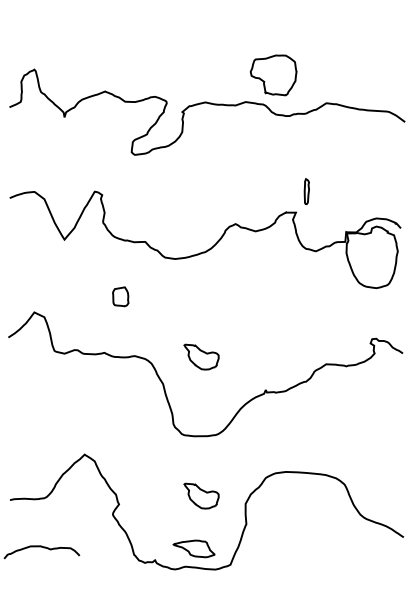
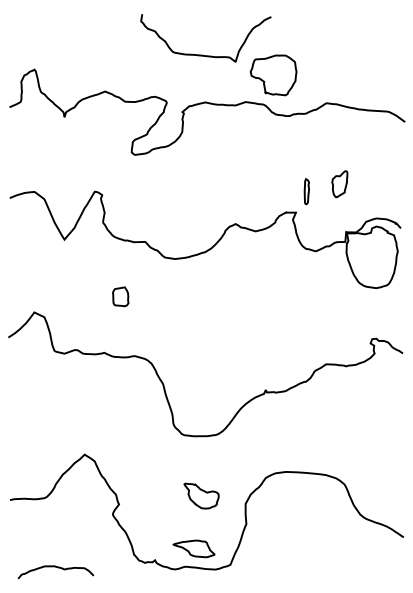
curve at (203, 54): none -> present
part at (339, 184): none -> present
part at (201, 356): present -> none
curve at (43, 548) position: (43, 548) -> (57, 568)
